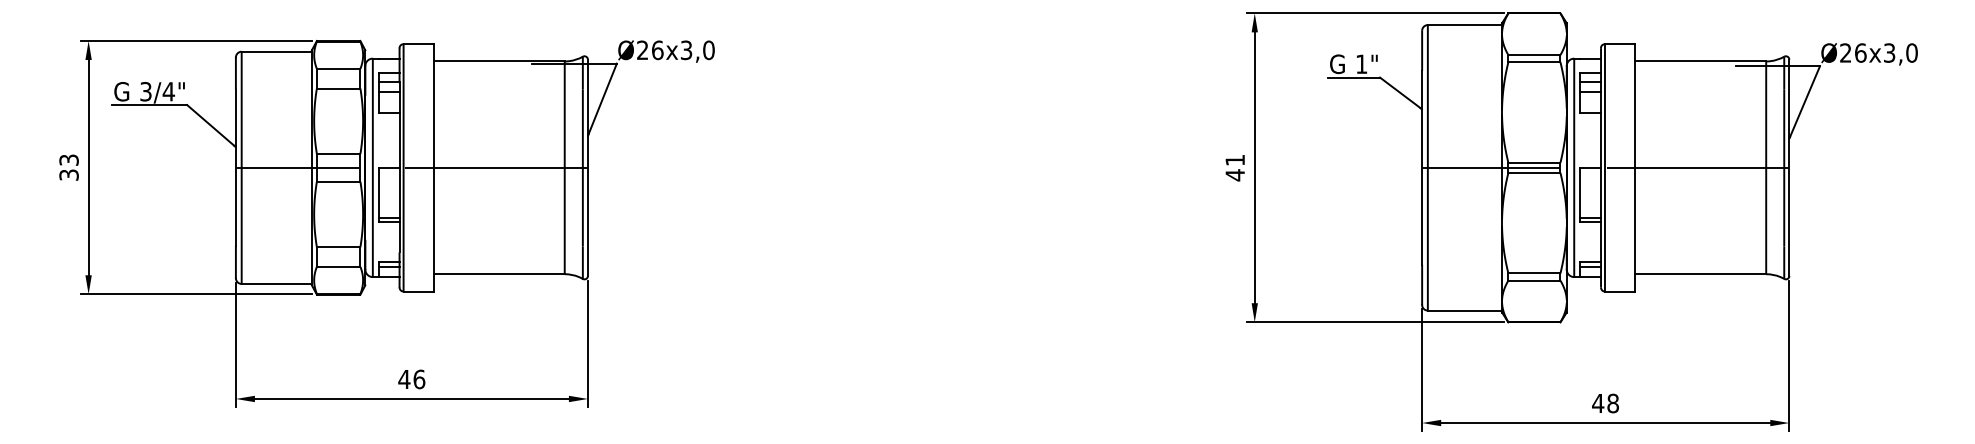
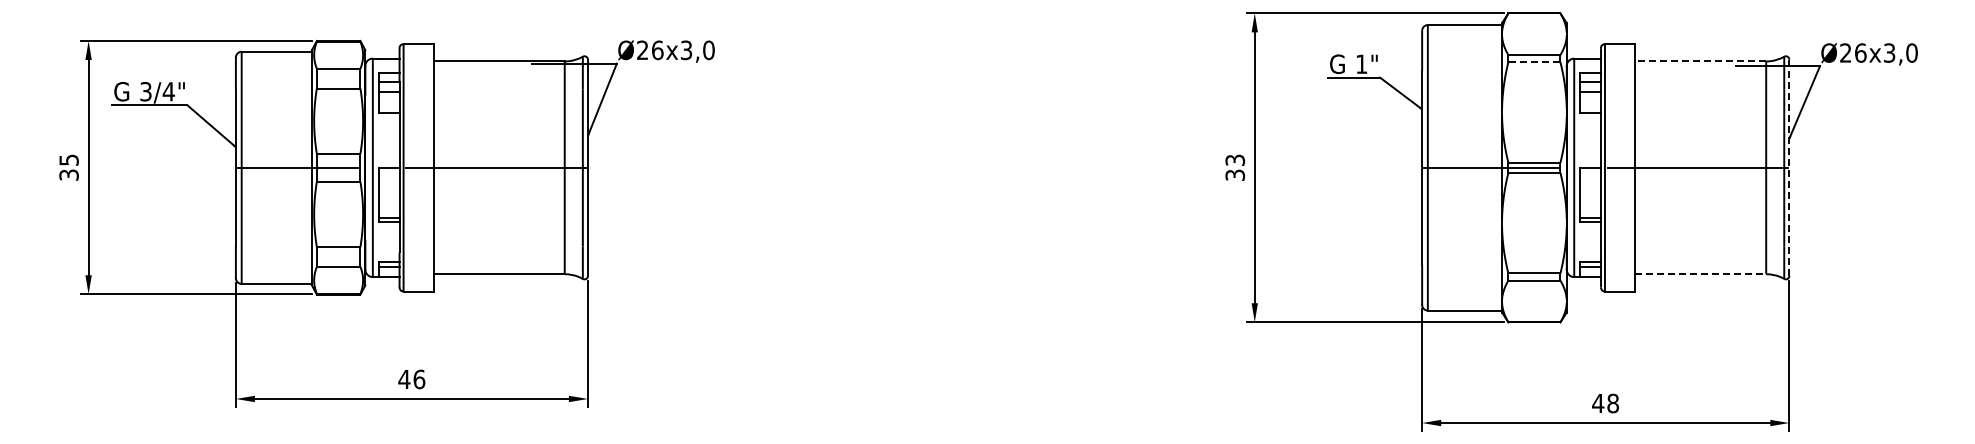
line at (1700, 61): solid -> dashed
line at (1533, 62): solid -> dashed
text at (68, 159): 33 -> 35
text at (1235, 167): 41 -> 33
line at (1789, 167): solid -> dashed
line at (1701, 274): solid -> dashed
